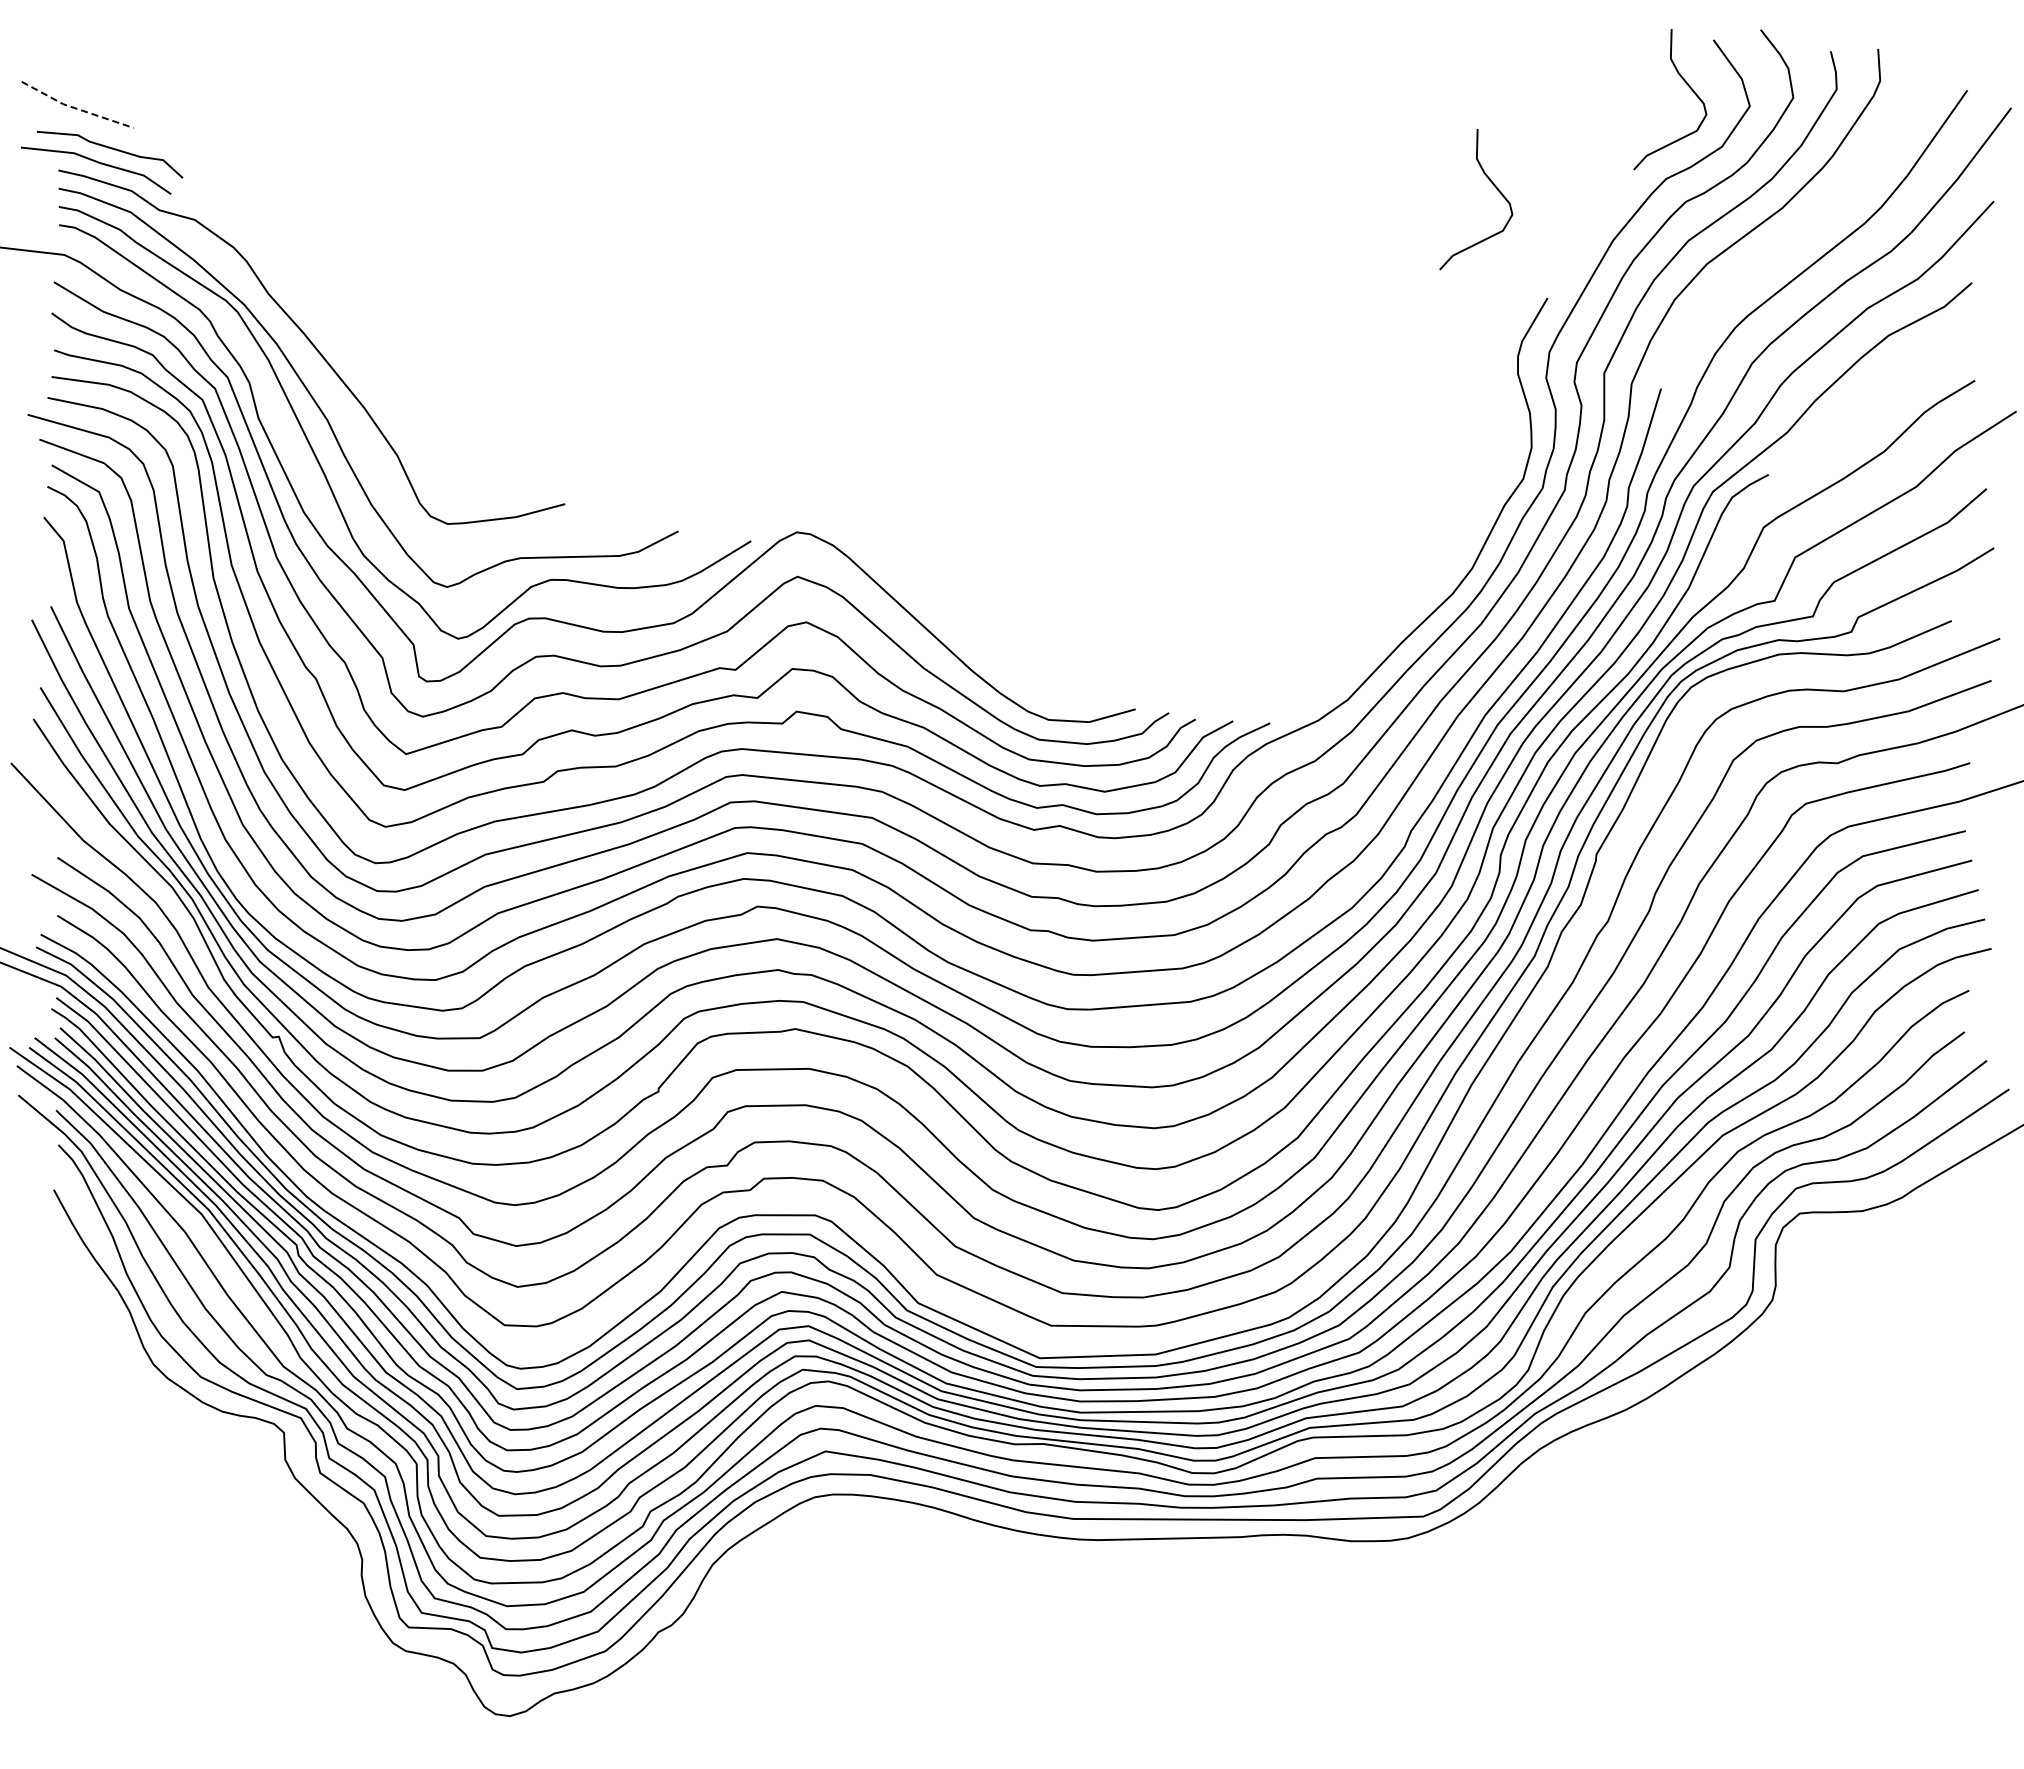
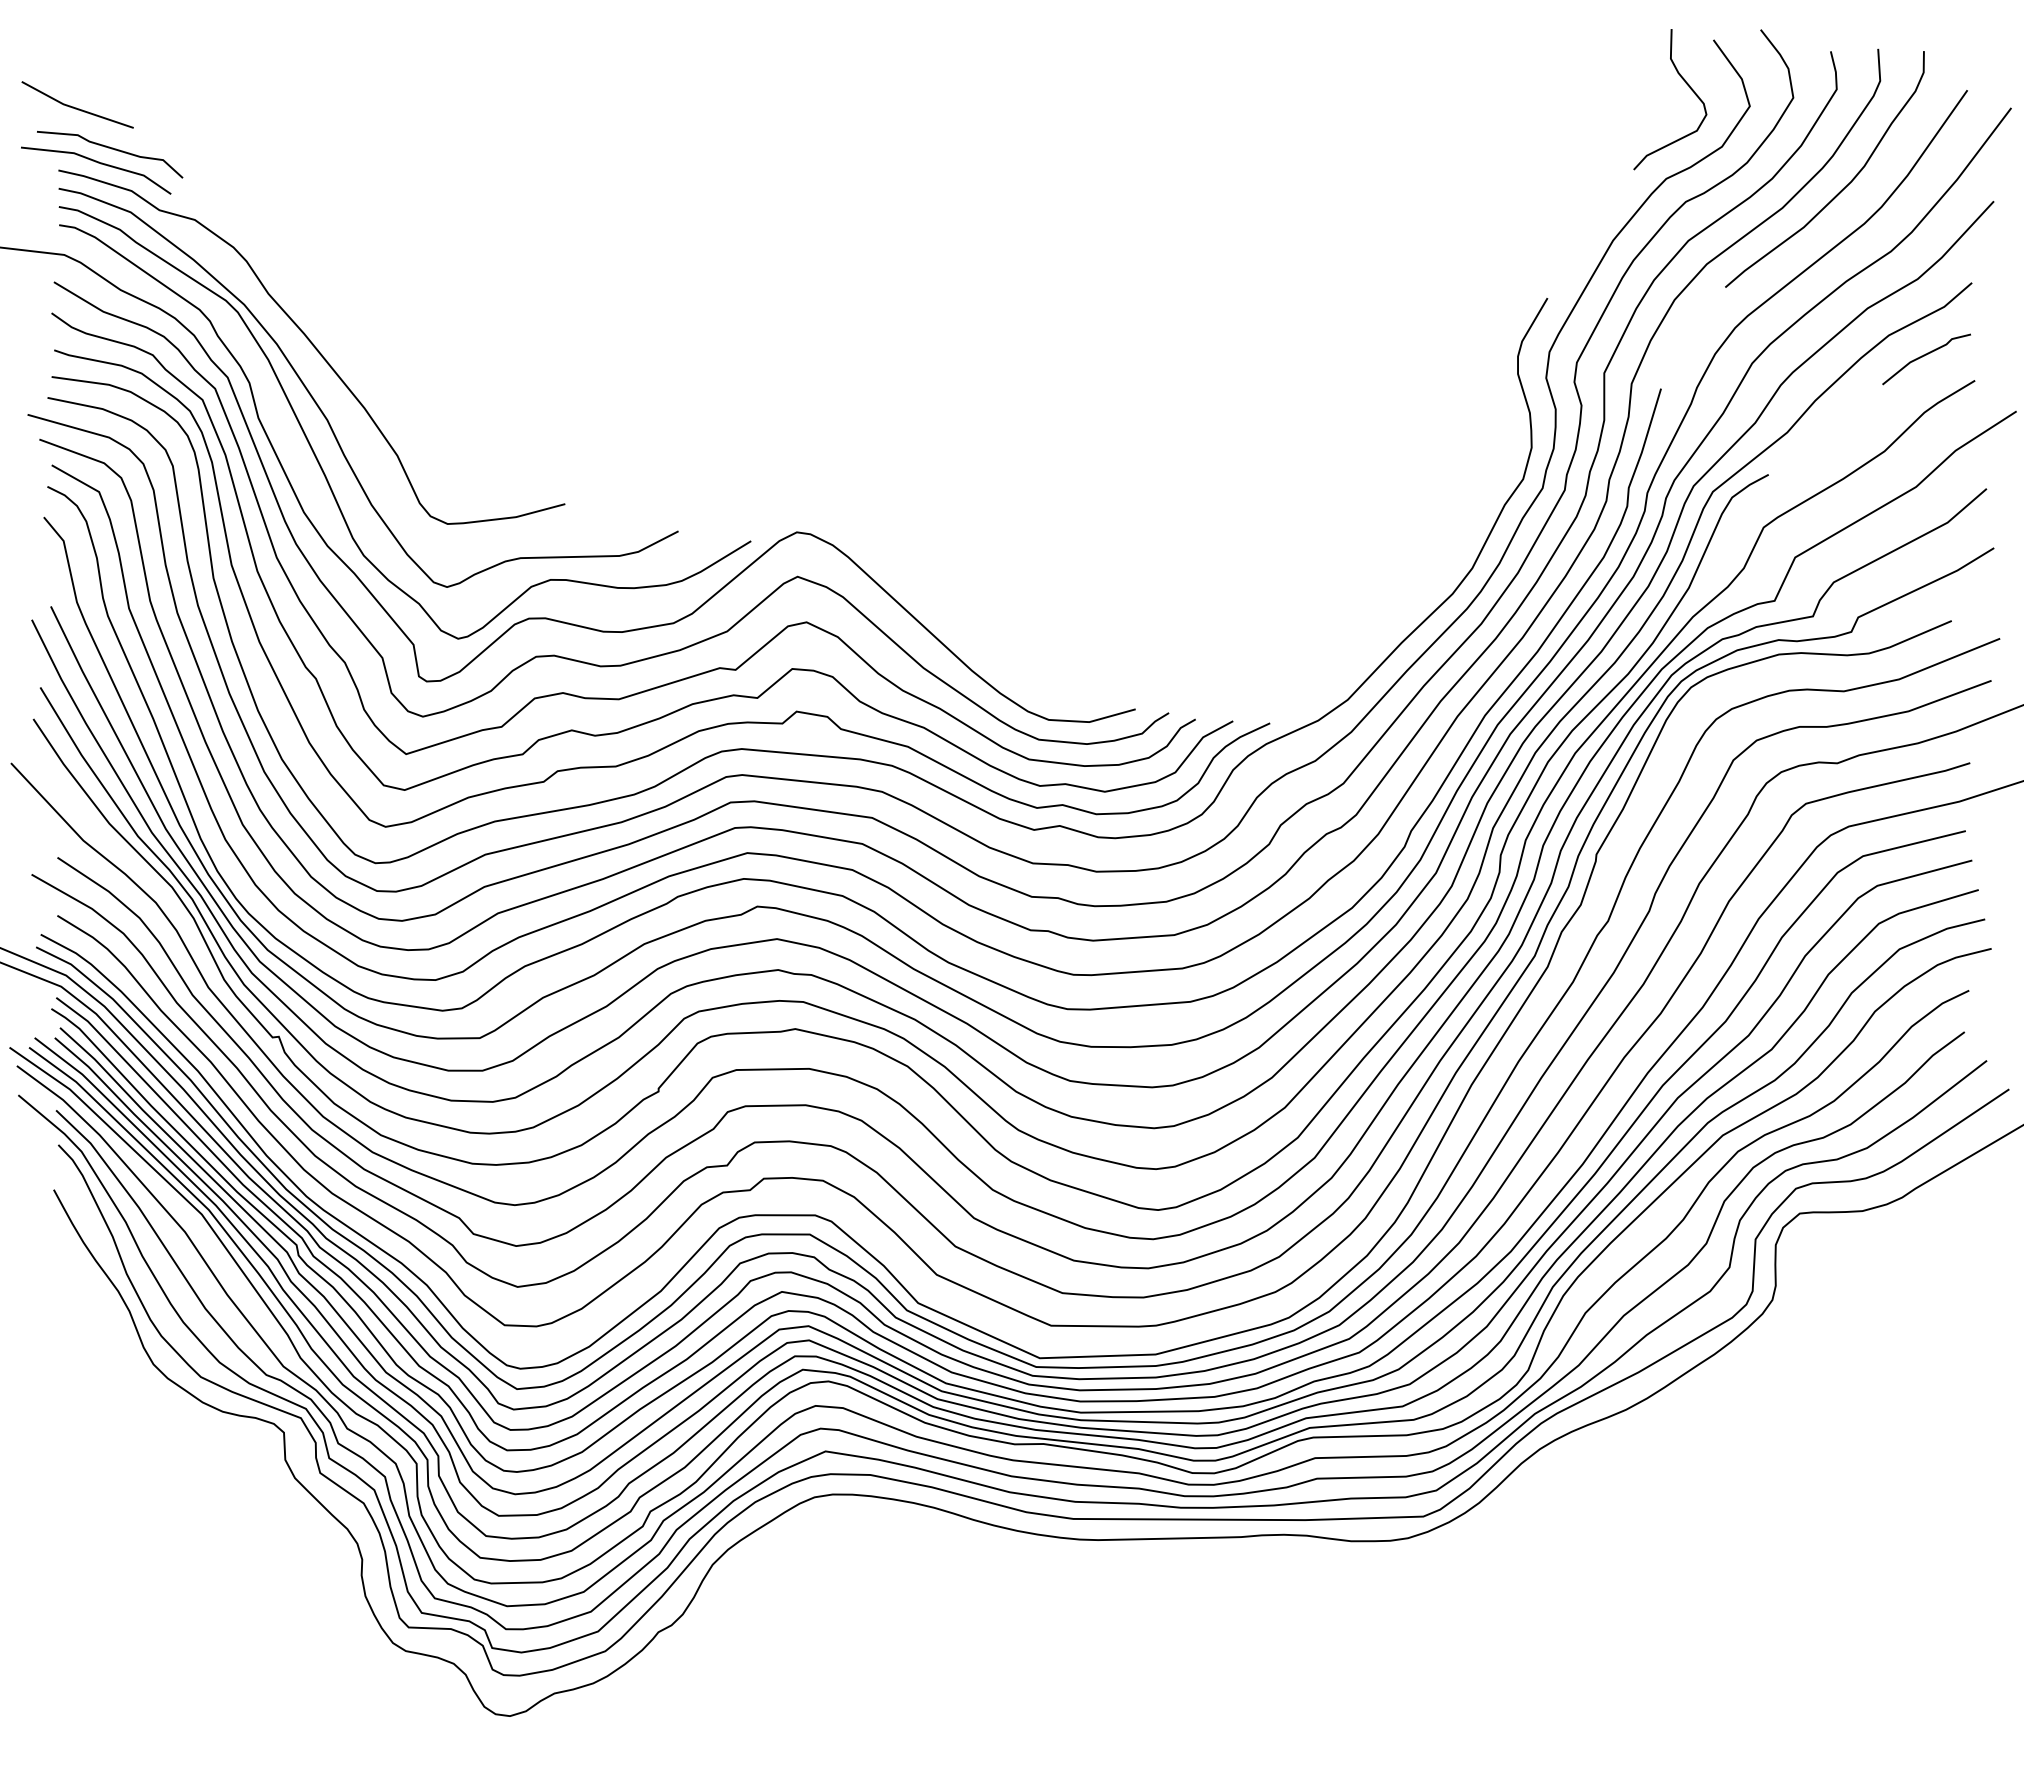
line at (75, 108): dashed -> solid
curve at (1491, 183): present -> none
curve at (1843, 187): none -> present
line at (1924, 356): none -> present
